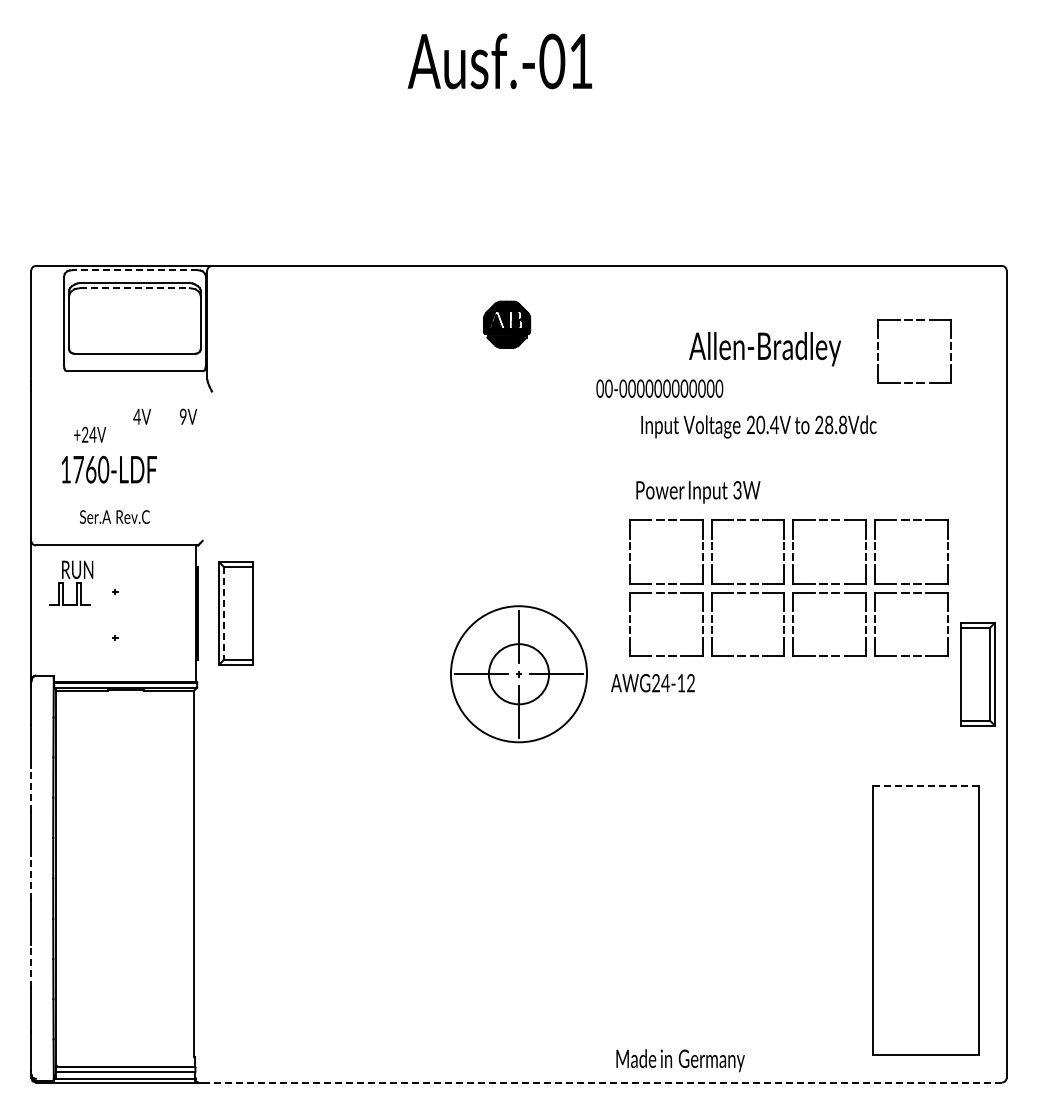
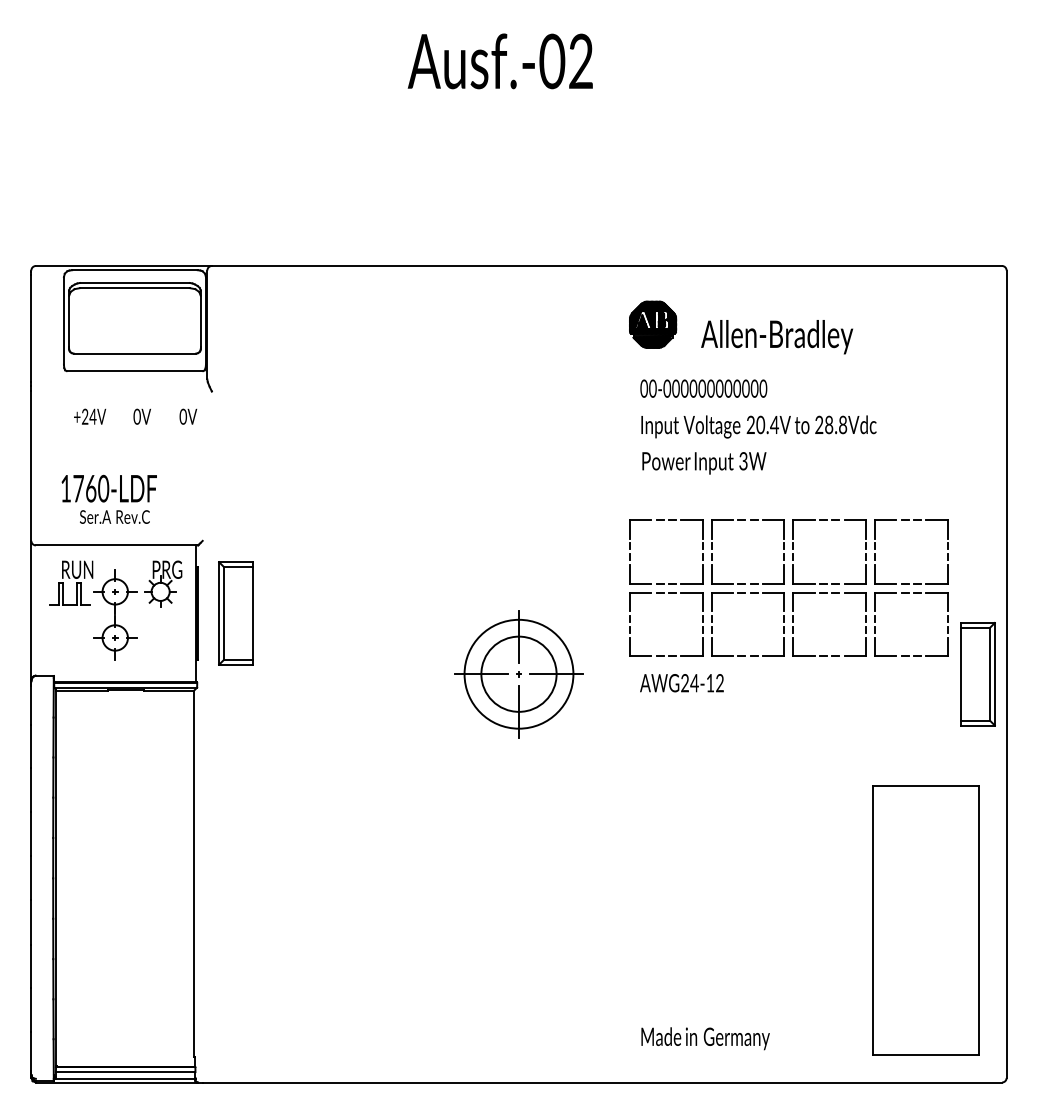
text at (580, 60): Ausf.-01 -> Ausf.-02
line at (134, 270): dashed -> solid
line at (134, 288): dashed -> solid
part at (912, 320): present -> none
part at (507, 324) position: (507, 324) -> (653, 324)
text at (765, 349) position: (765, 349) -> (777, 337)
text at (659, 388) position: (659, 388) -> (703, 388)
text at (136, 416): 4V -> 0V
text at (182, 417): 9V -> 0V
text at (90, 434) position: (90, 434) -> (90, 416)
text at (108, 469) position: (108, 469) -> (108, 488)
text at (698, 492) position: (698, 492) -> (704, 463)
part at (148, 602): none -> present
line at (223, 613): dashed -> solid
circle at (518, 674) diameter: 136 px -> 109 px
circle at (518, 674) diameter: 60 px -> 75 px
text at (652, 683) position: (652, 683) -> (681, 683)
line at (926, 785): dashed -> solid
line at (31, 790): dashed -> solid
line at (31, 877): dashed -> solid
line at (31, 966): dashed -> solid
text at (680, 1060) position: (680, 1060) -> (705, 1038)
line at (602, 1082): dashed -> solid
